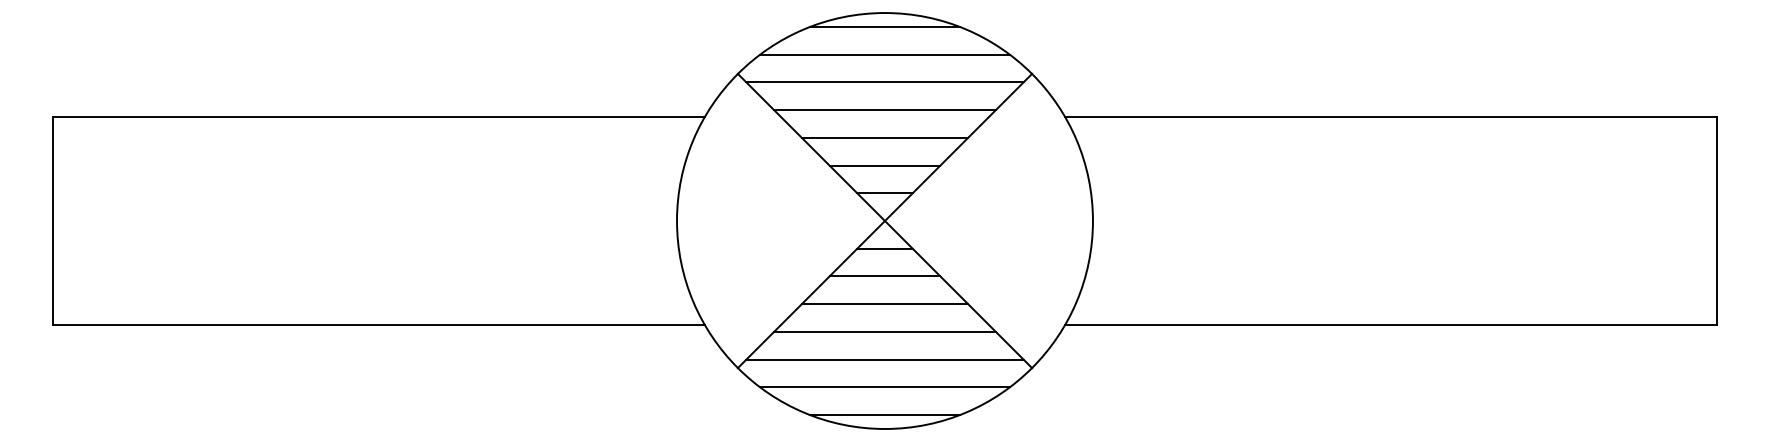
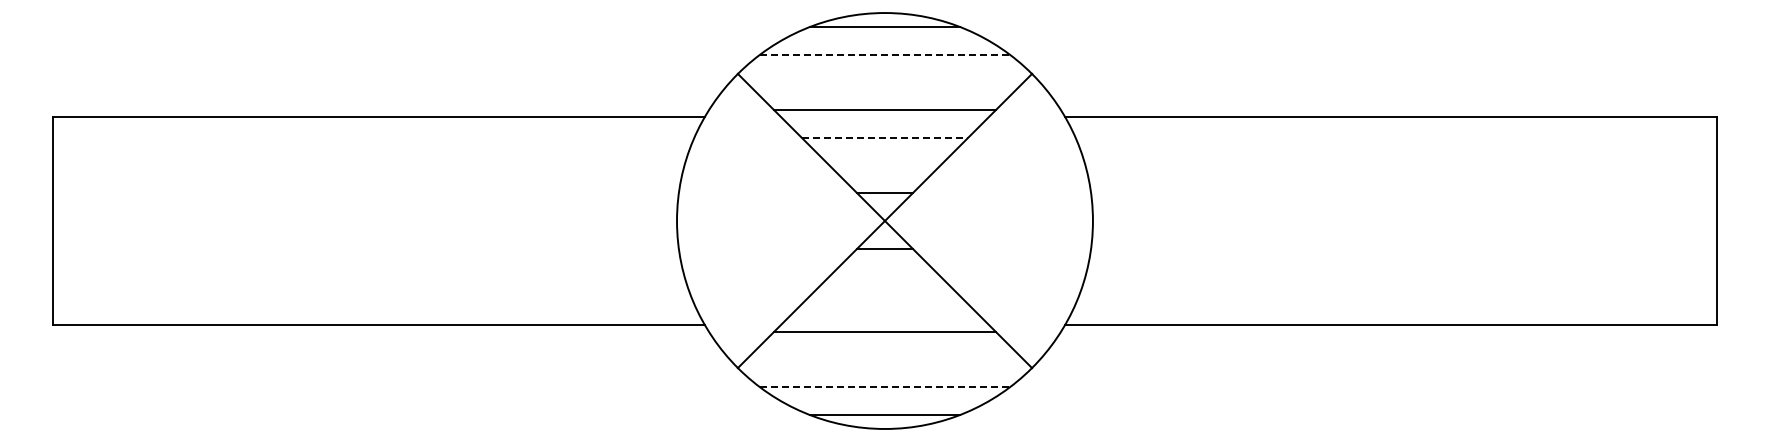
line at (884, 54): solid -> dashed
line at (884, 82): present -> none
line at (885, 137): solid -> dashed
line at (884, 165): present -> none
line at (884, 276): present -> none
line at (884, 304): present -> none
line at (884, 359): present -> none
line at (884, 387): solid -> dashed
